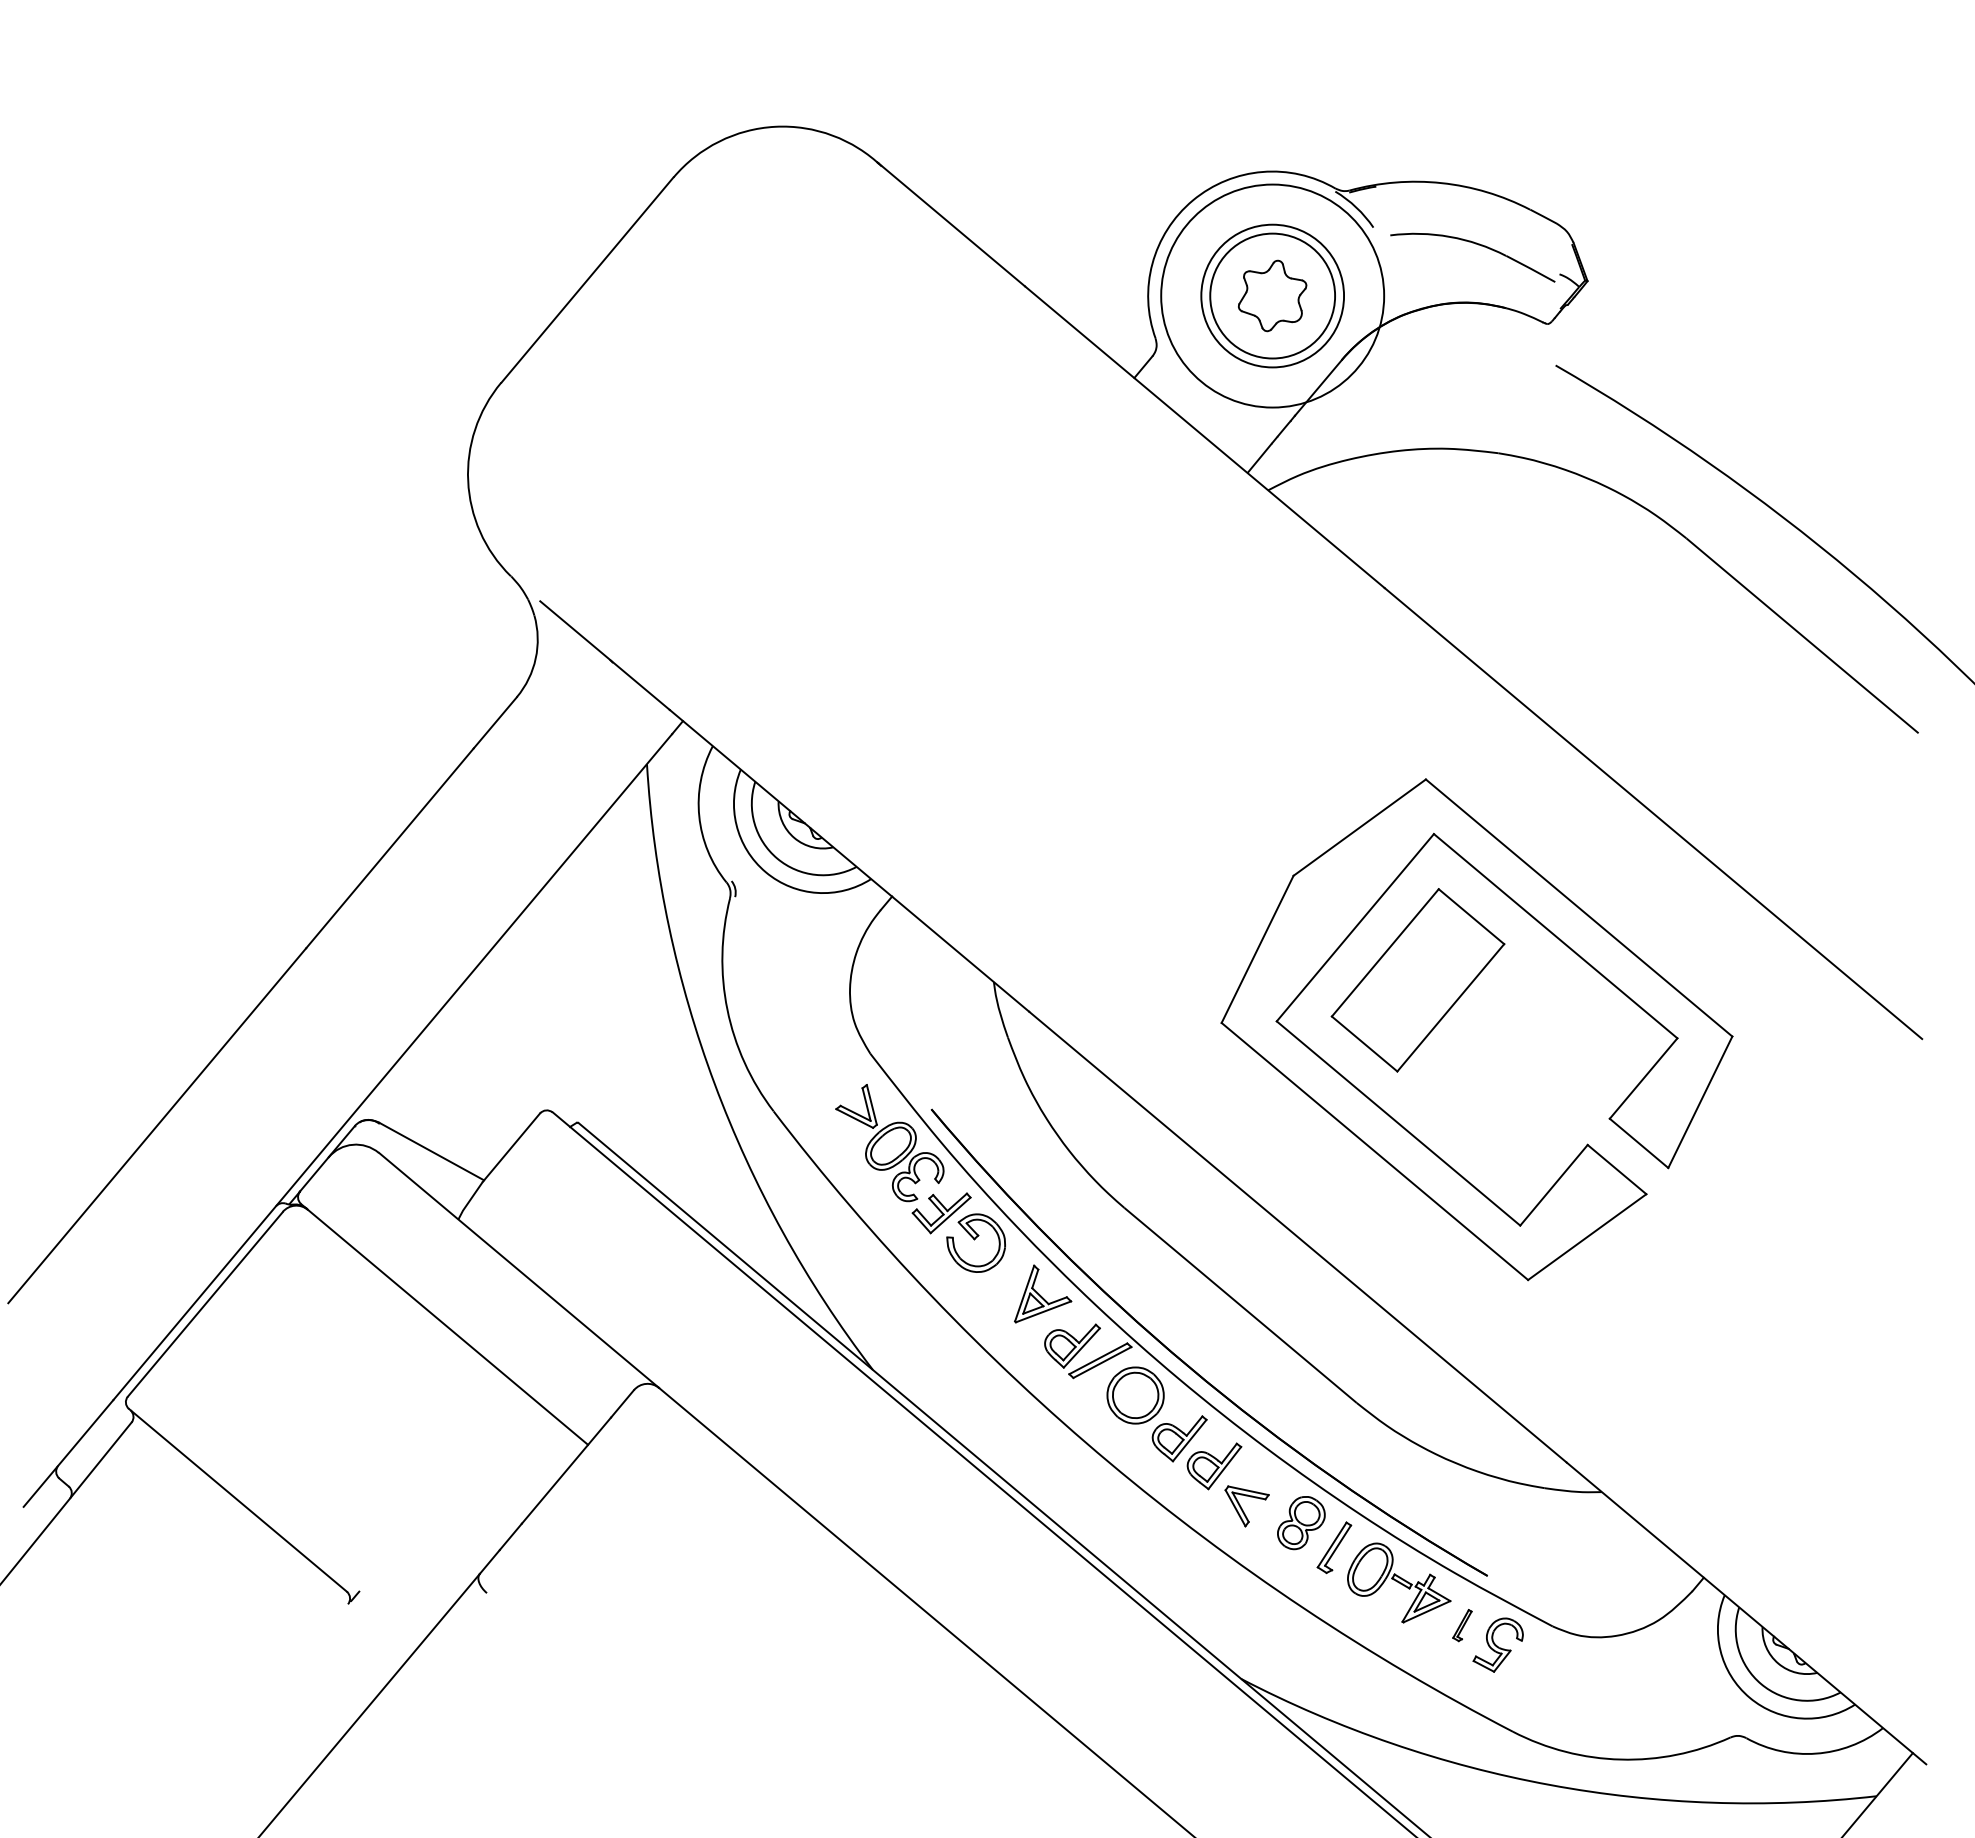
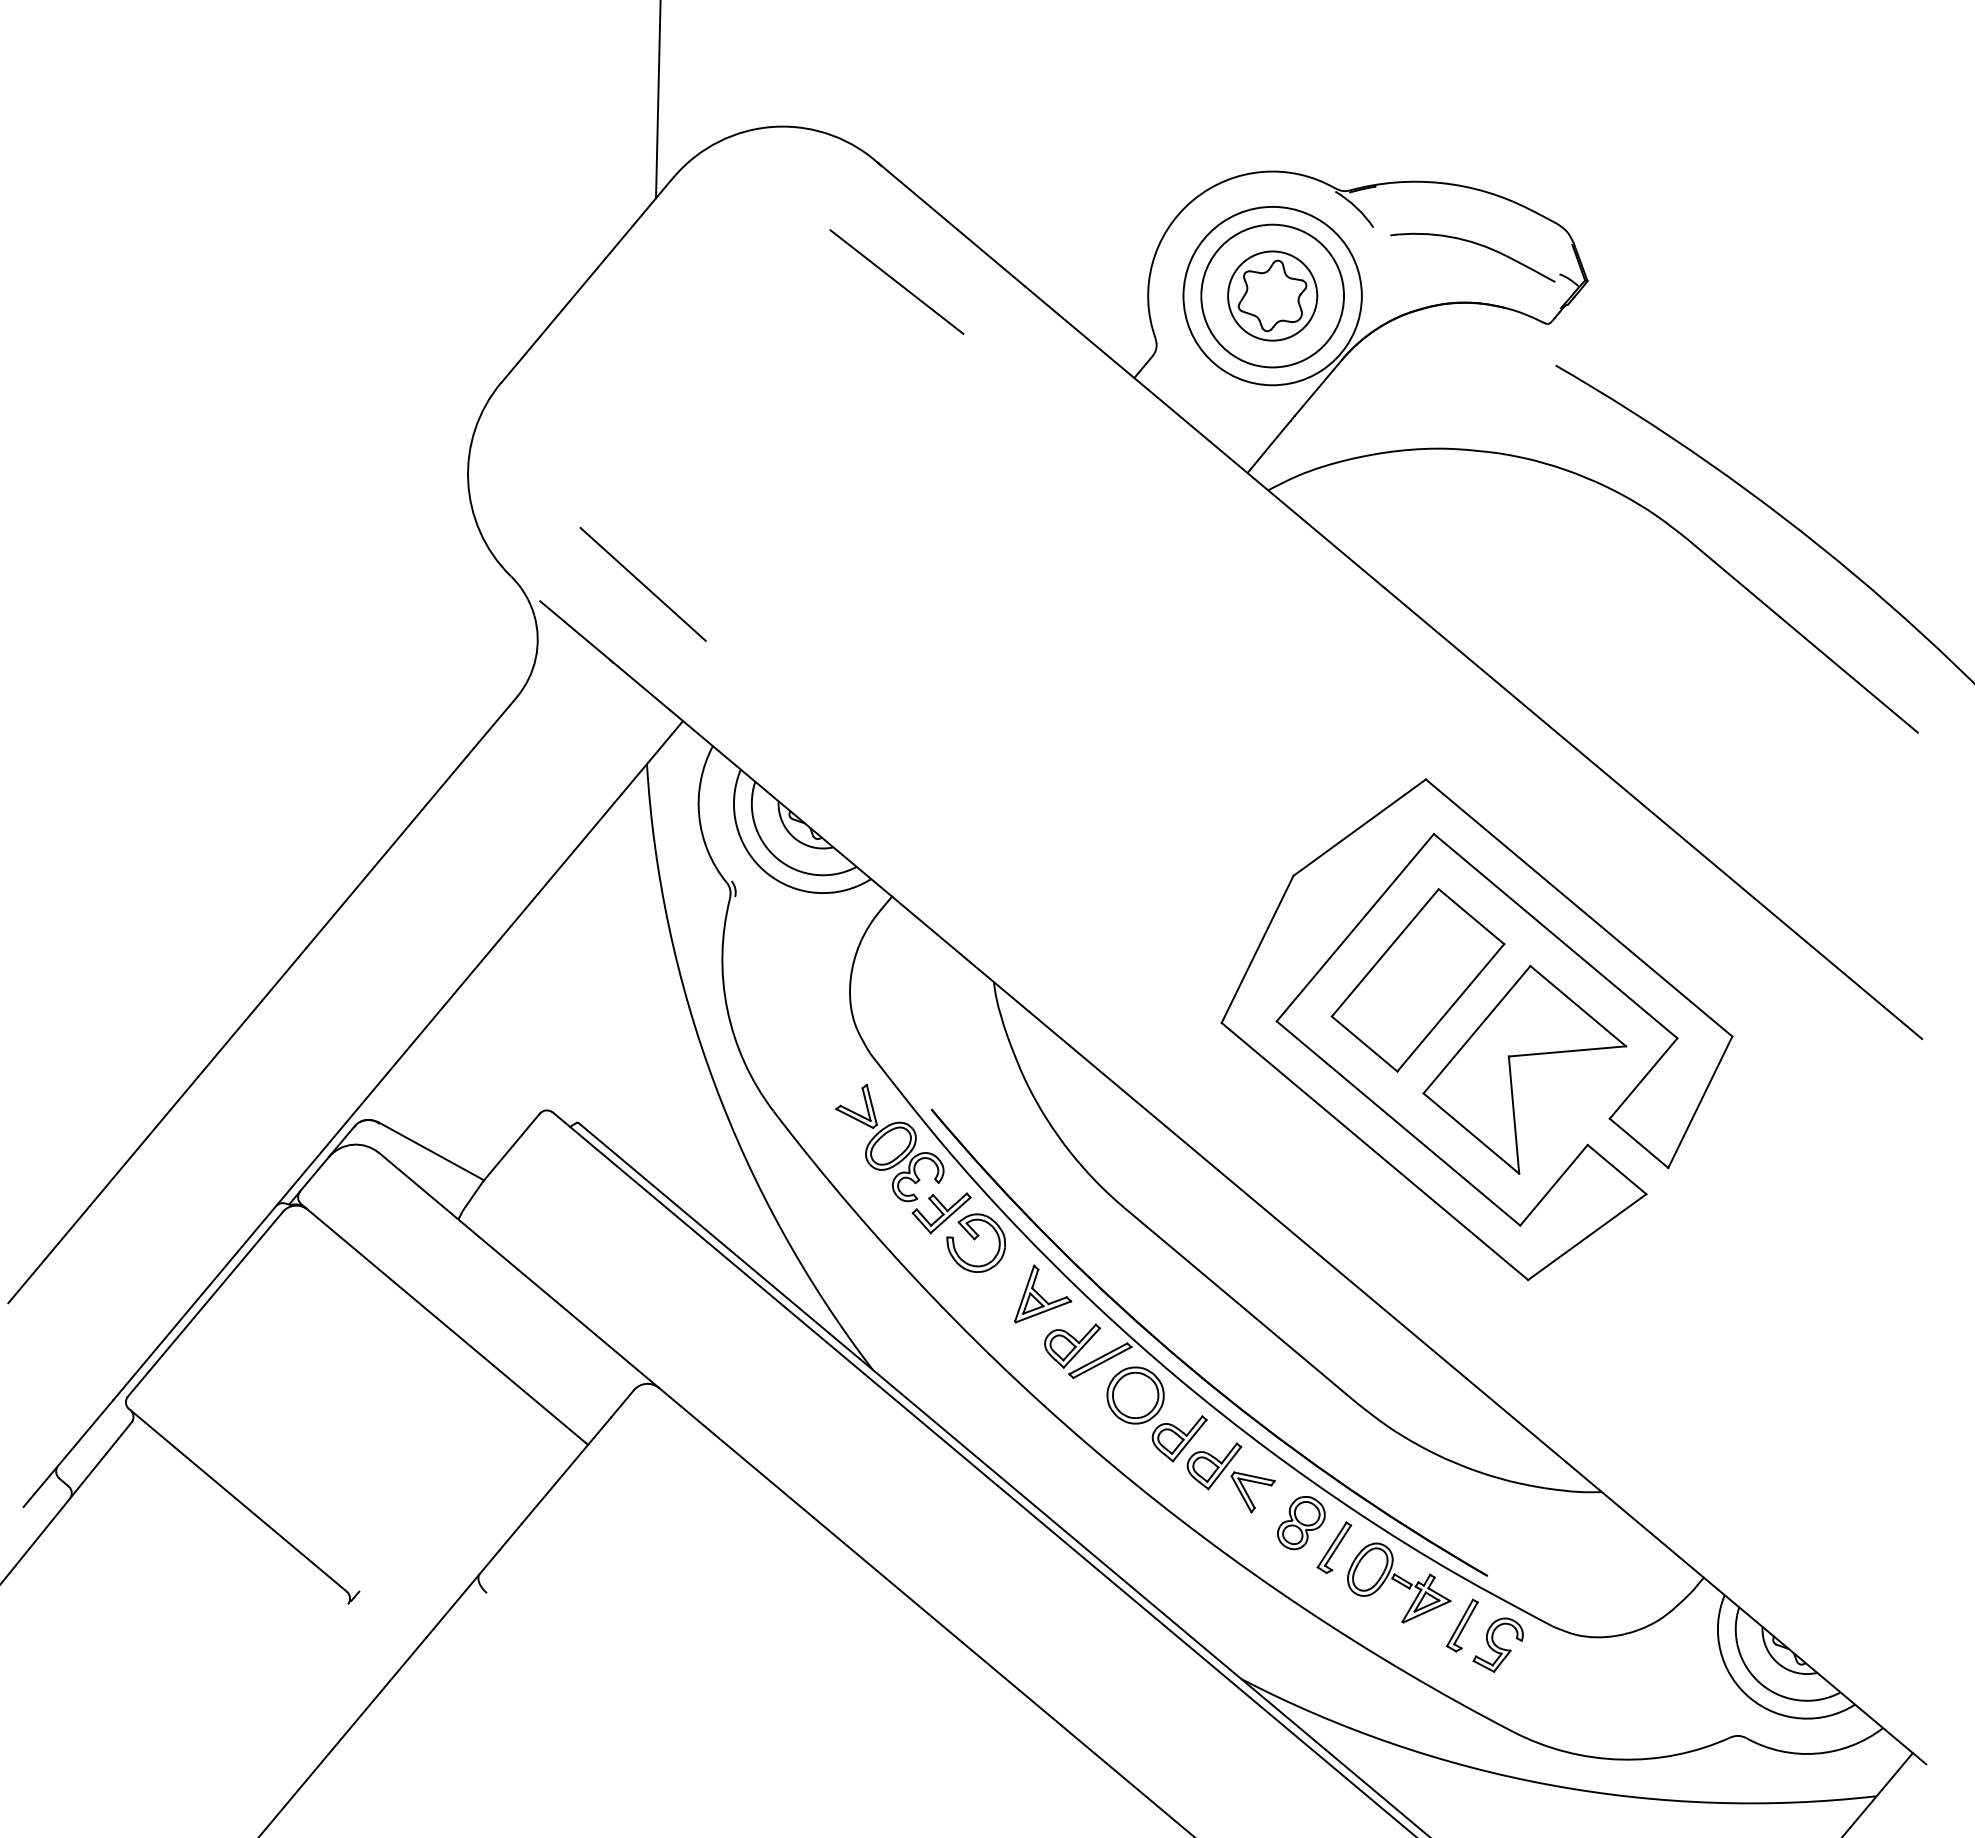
line at (658, 100): none -> present
line at (896, 281): none -> present
circle at (1272, 295) diameter: 125 px -> 89 px
circle at (1272, 295) diameter: 223 px -> 178 px
line at (642, 583): none -> present
part at (1523, 1056): none -> present
part at (1246, 1506) position: (1246, 1506) -> (1252, 1492)
part at (1462, 1625) size: 21x34 px -> 33x55 px
